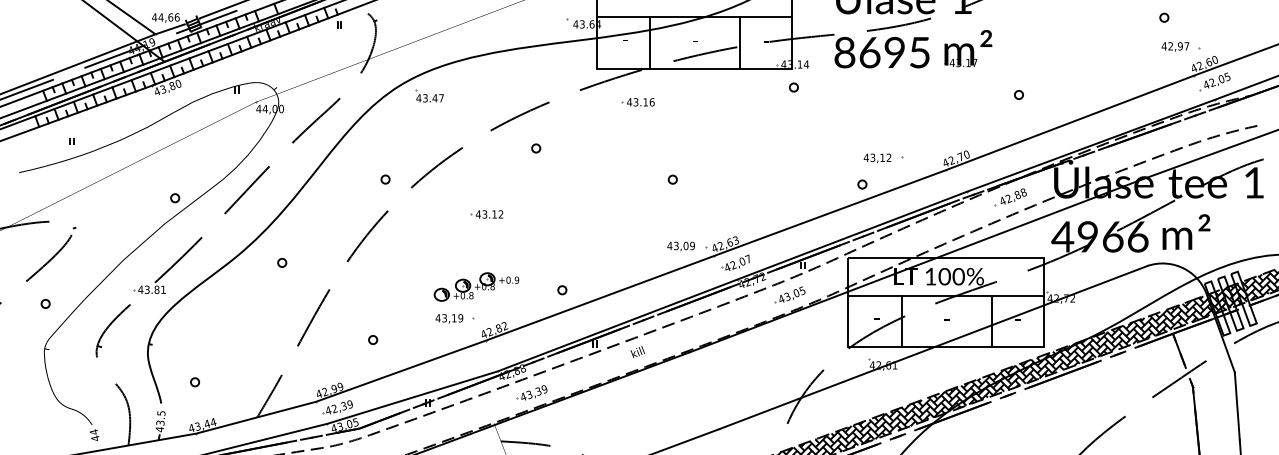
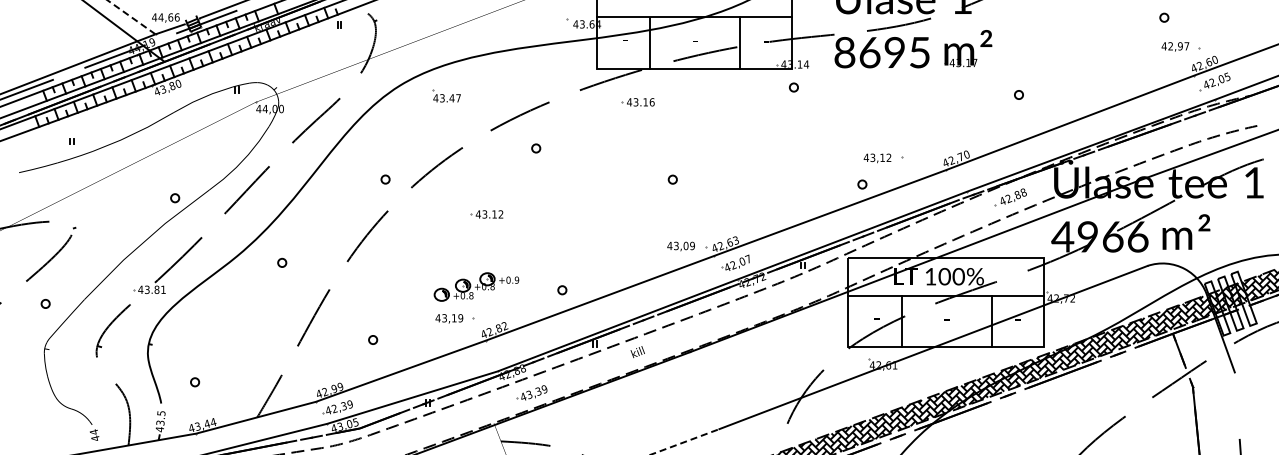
line at (131, 17): solid -> dashed
part at (429, 95) position: (429, 95) -> (446, 95)
part at (789, 294): present -> none
line at (1236, 405): present -> none
line at (684, 442): solid -> dashed
